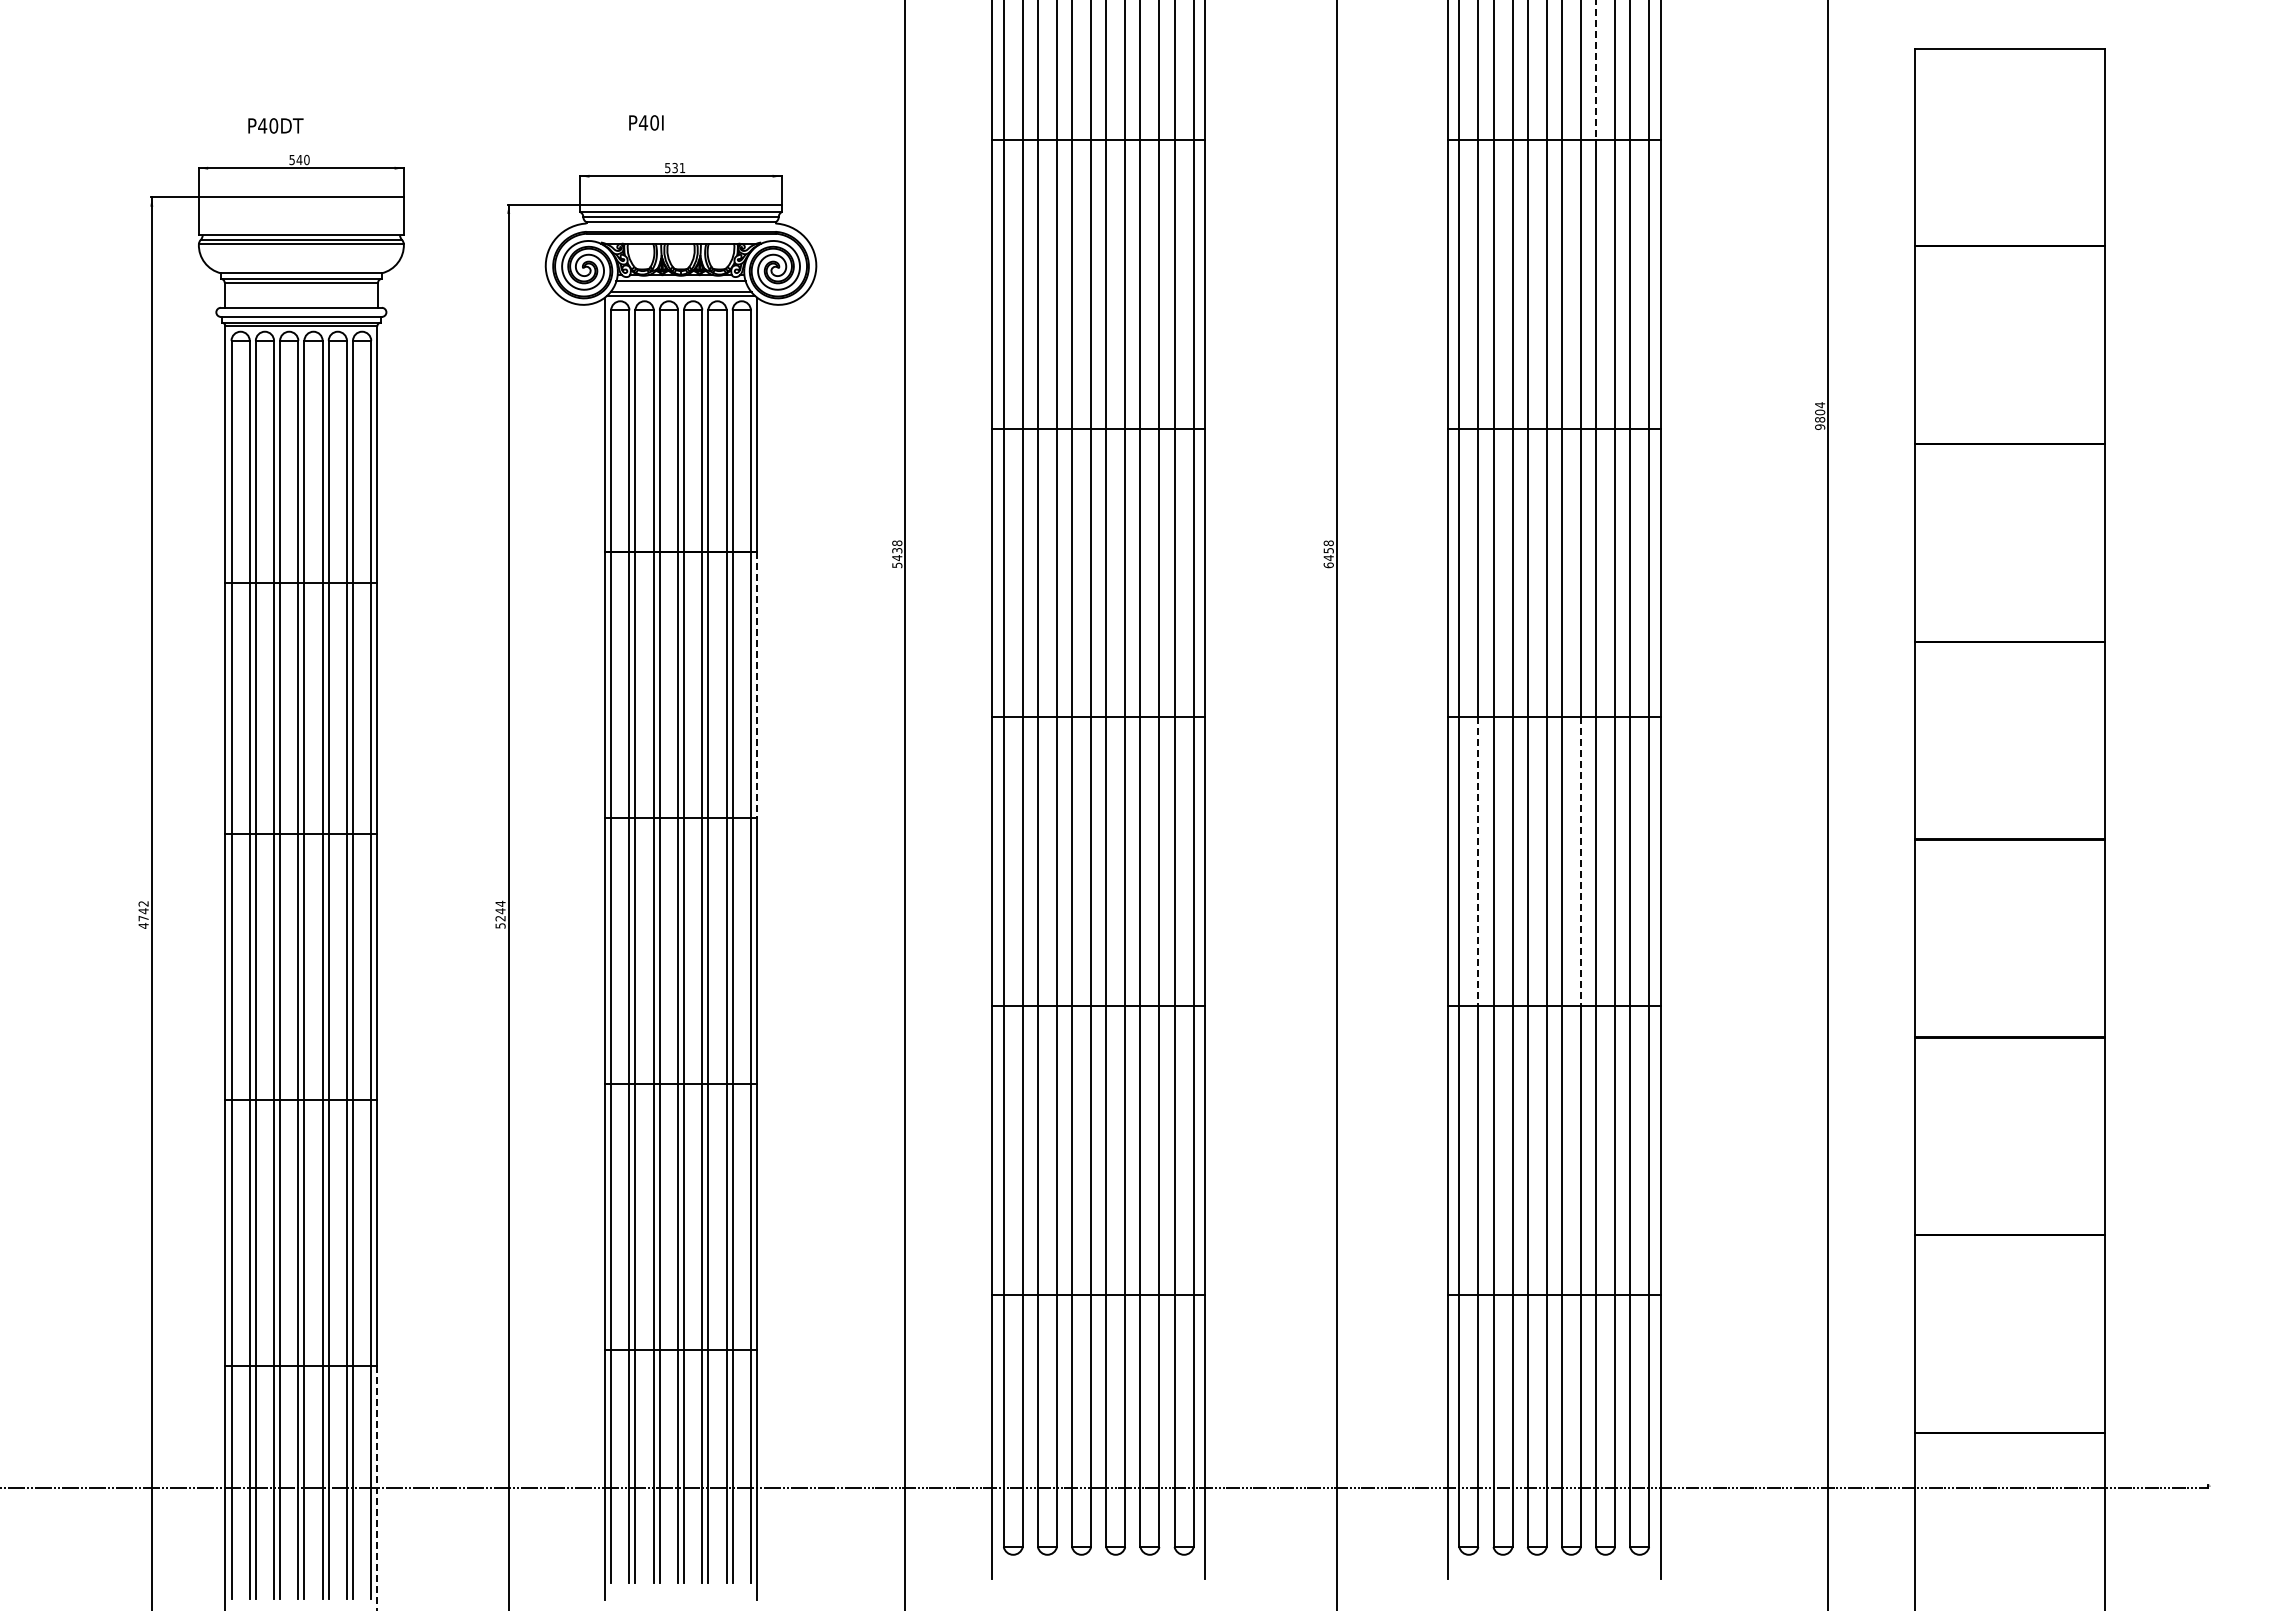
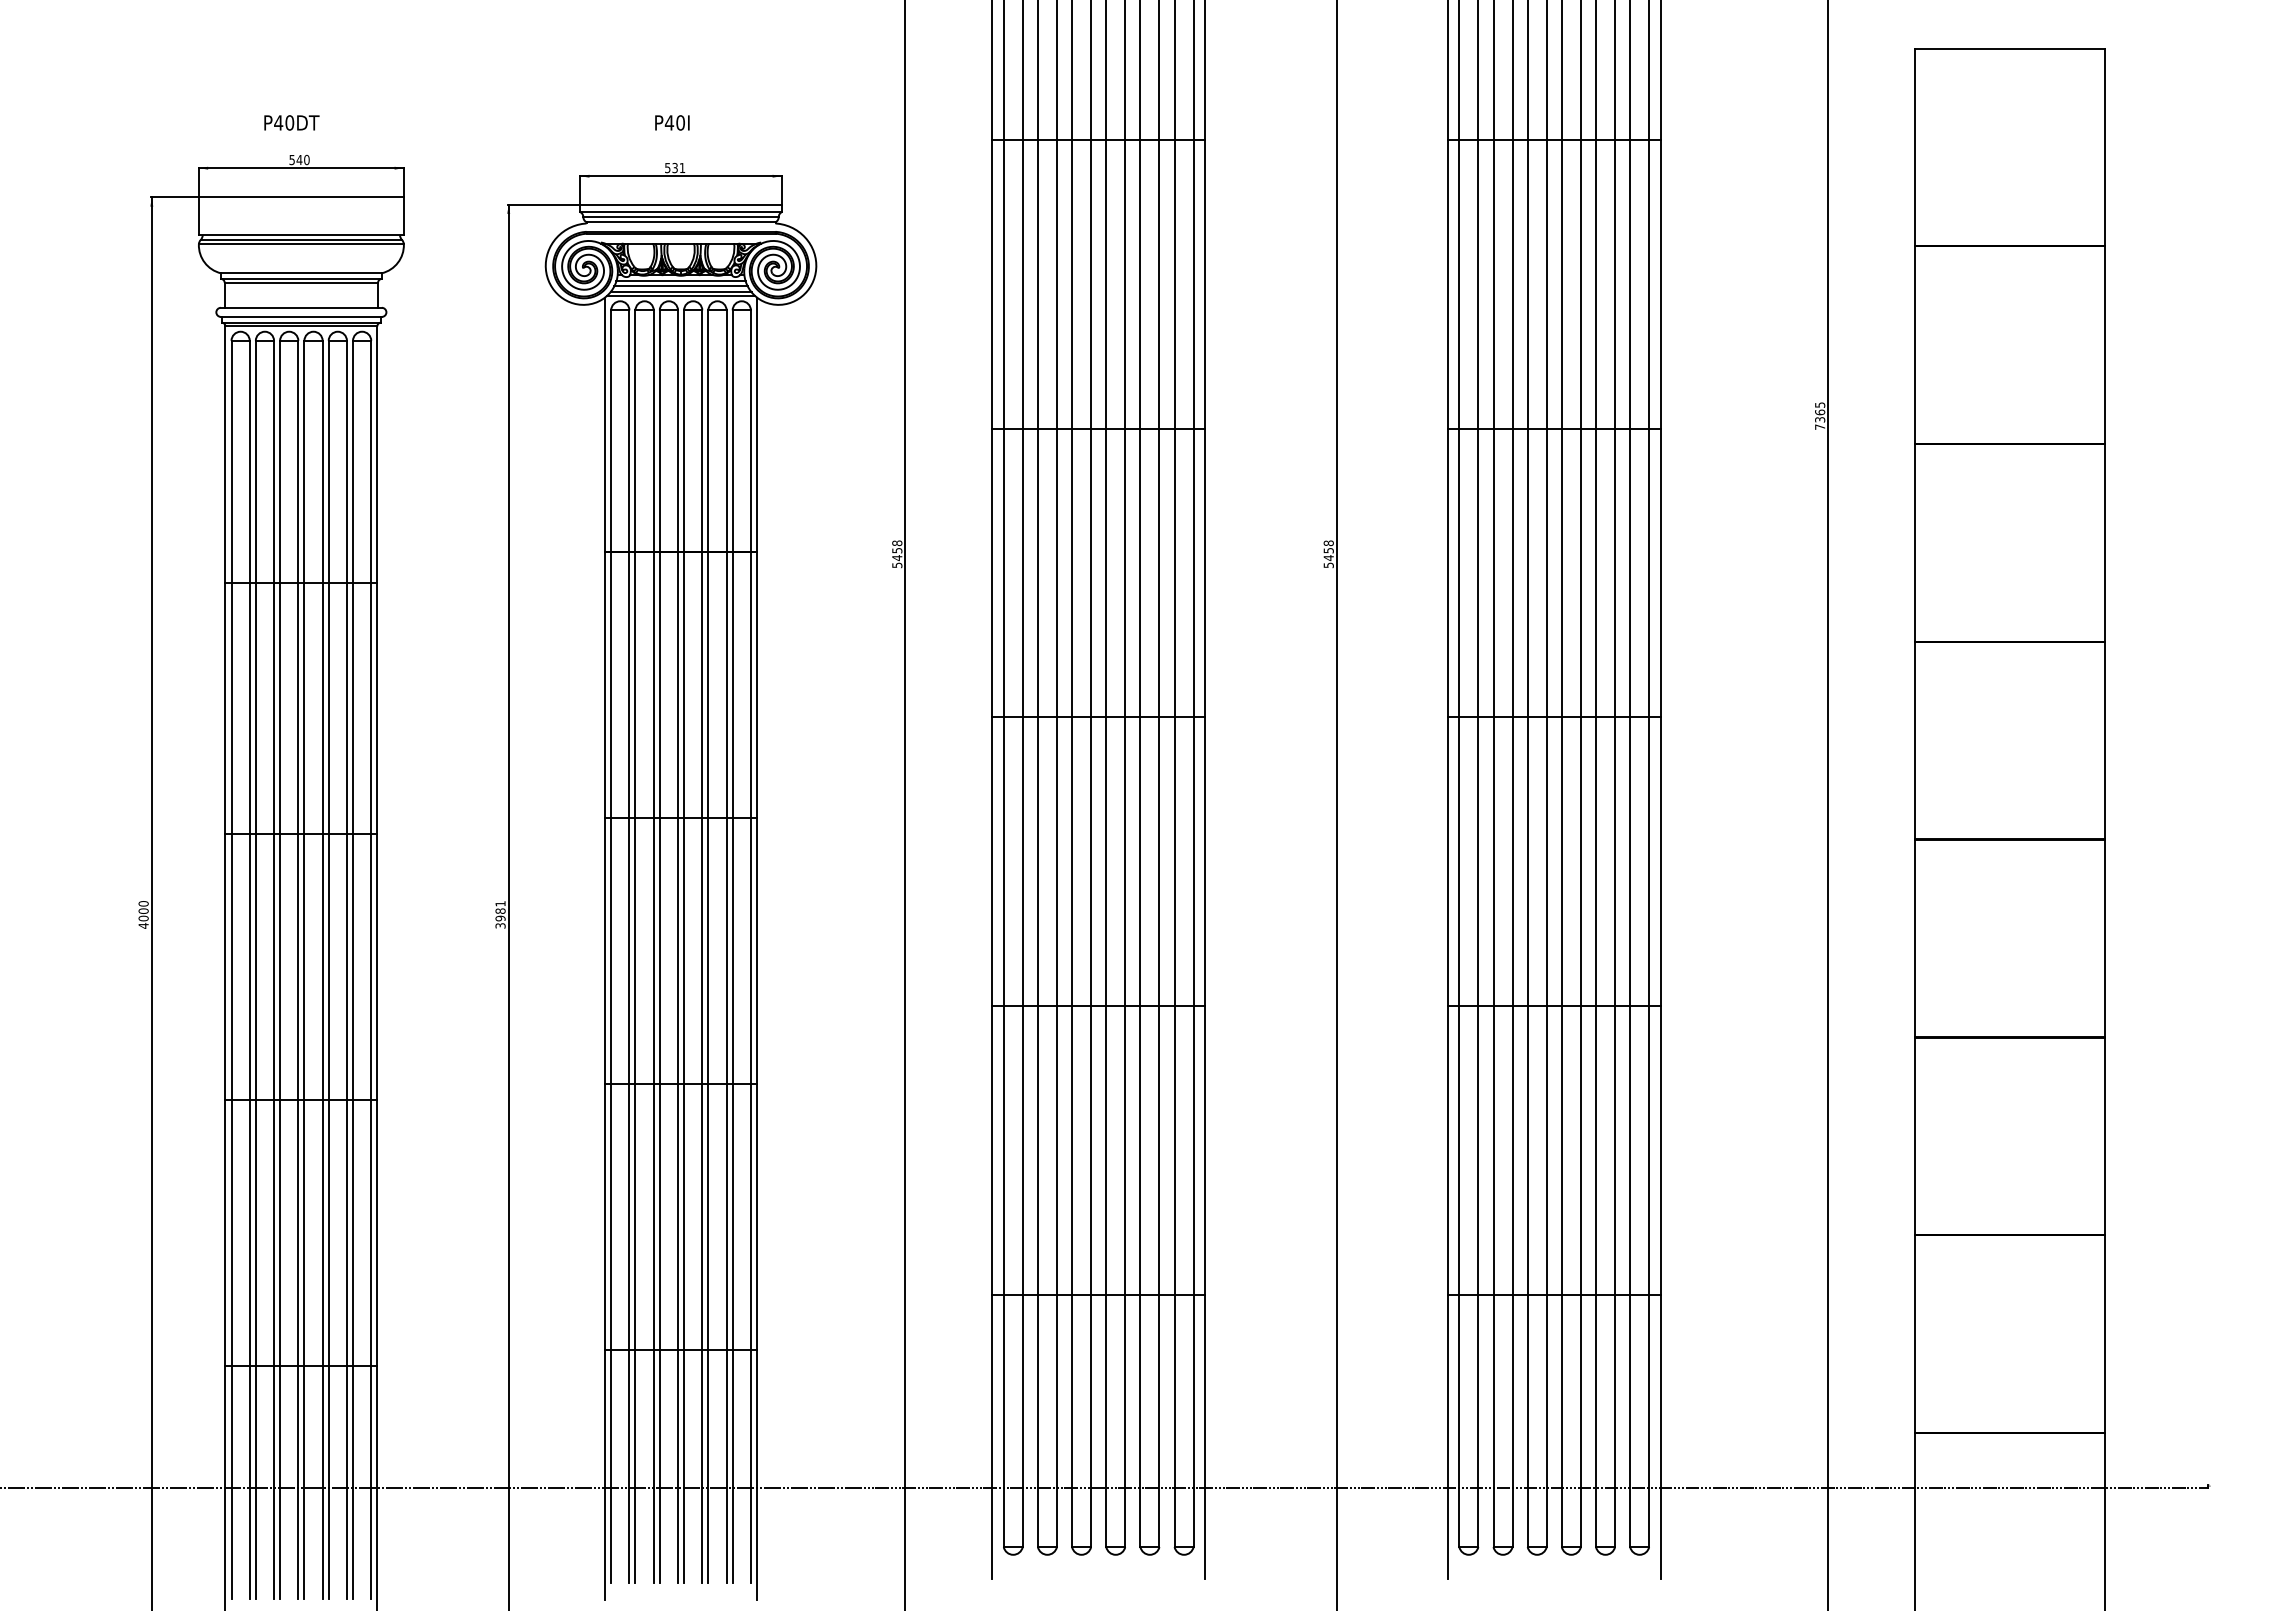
line at (1596, 70): dashed -> solid
text at (646, 122) position: (646, 122) -> (672, 122)
text at (275, 125) position: (275, 125) -> (291, 122)
line at (680, 286): none -> present
text at (1820, 416): 9804 -> 7365
text at (896, 550): 5438 -> 5458
text at (1328, 565): 6458 -> 5458
line at (756, 685): dashed -> solid
line at (1478, 862): dashed -> solid
line at (1580, 862): dashed -> solid
text at (143, 911): 4742 -> 4000
text at (500, 914): 5244 -> 3981
line at (377, 1488): dashed -> solid
